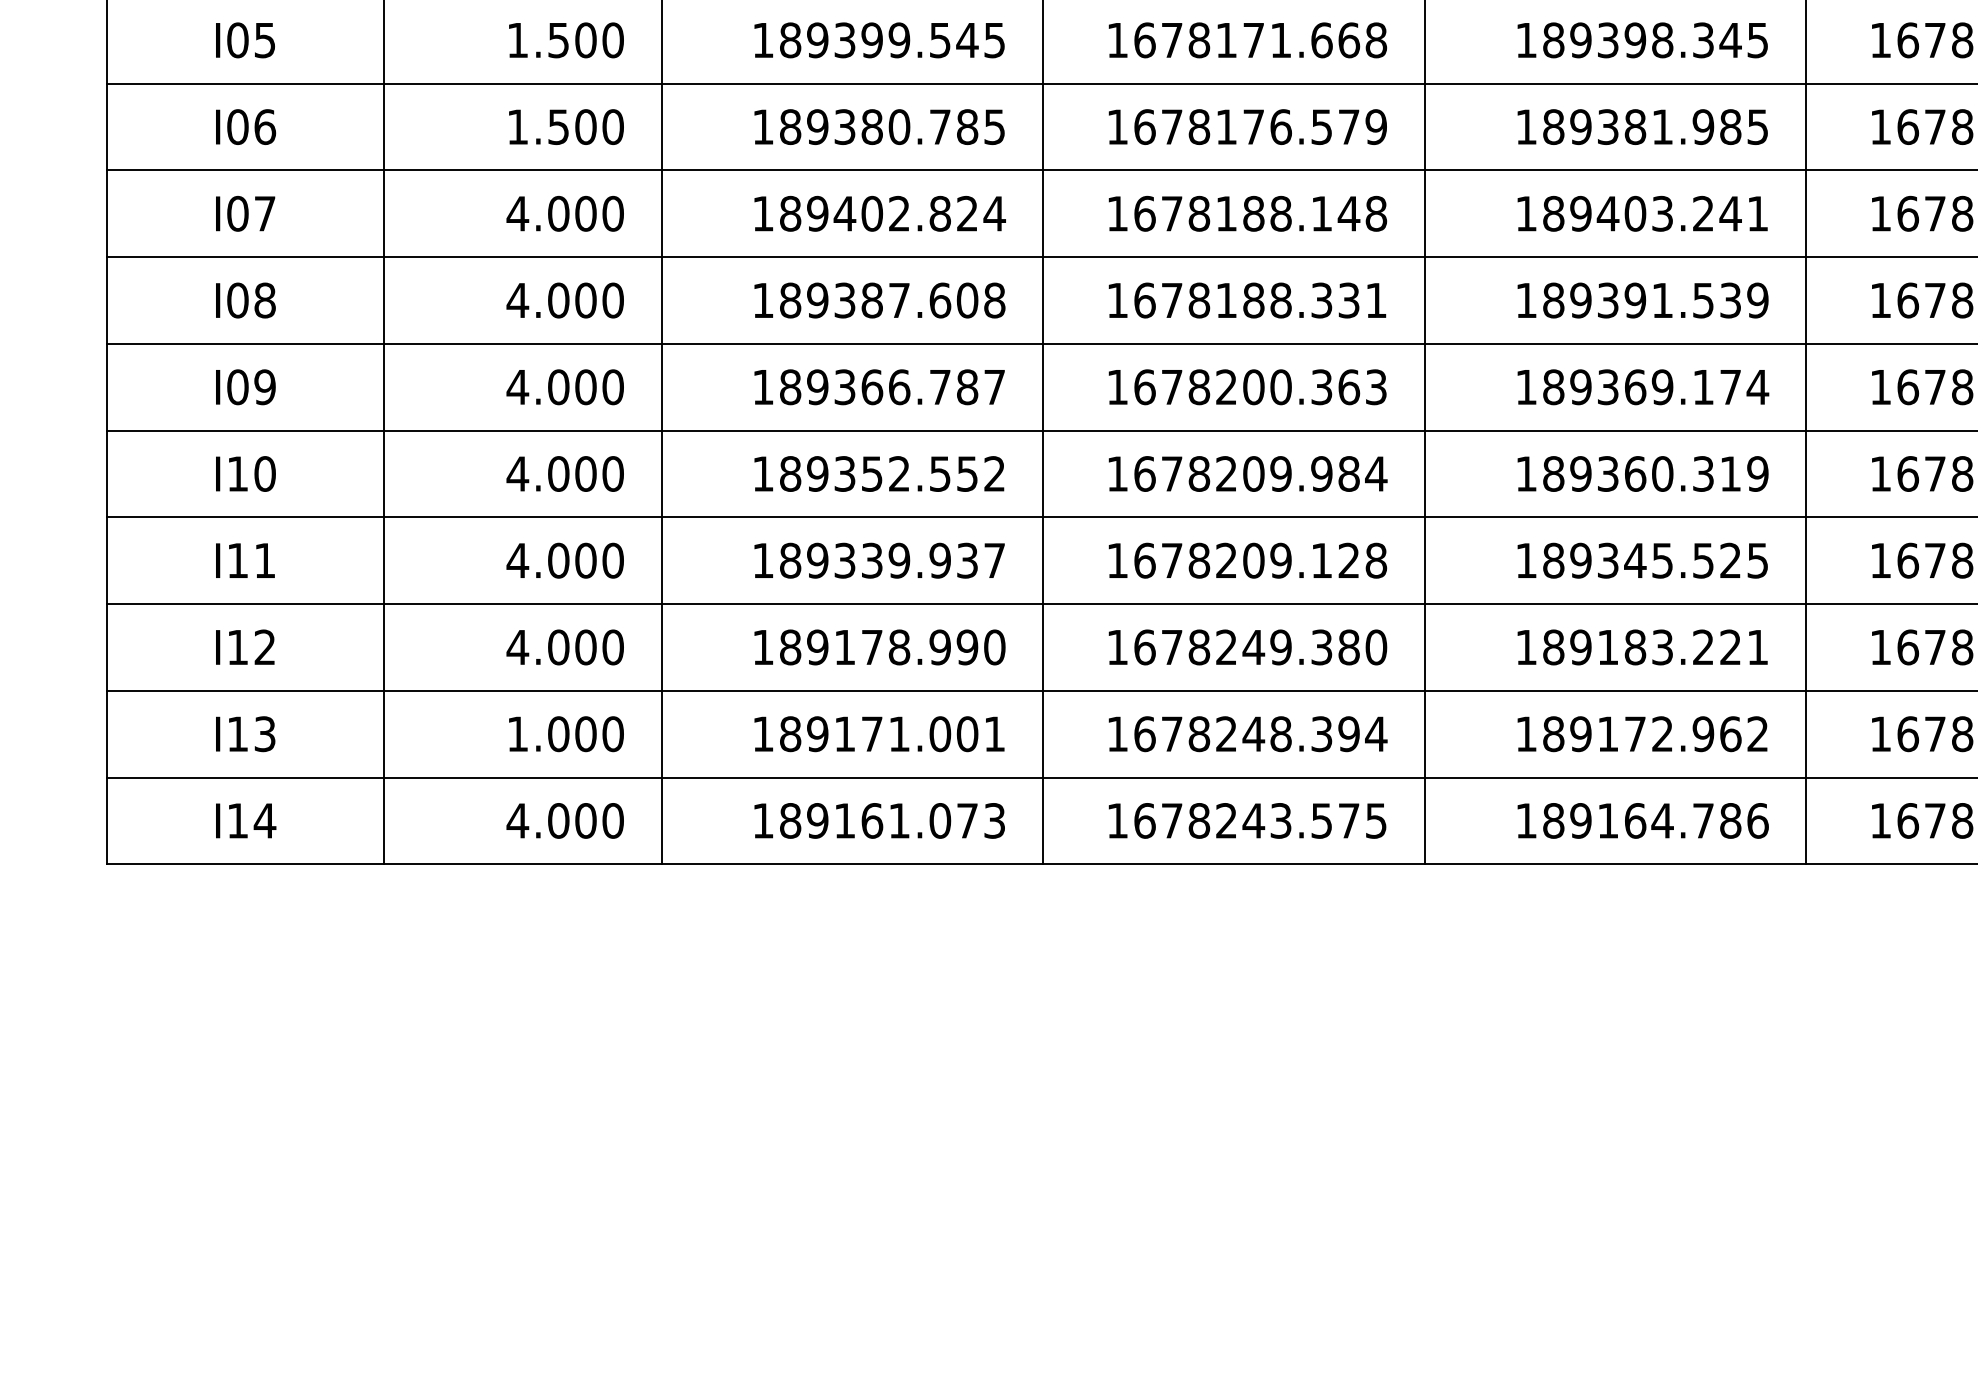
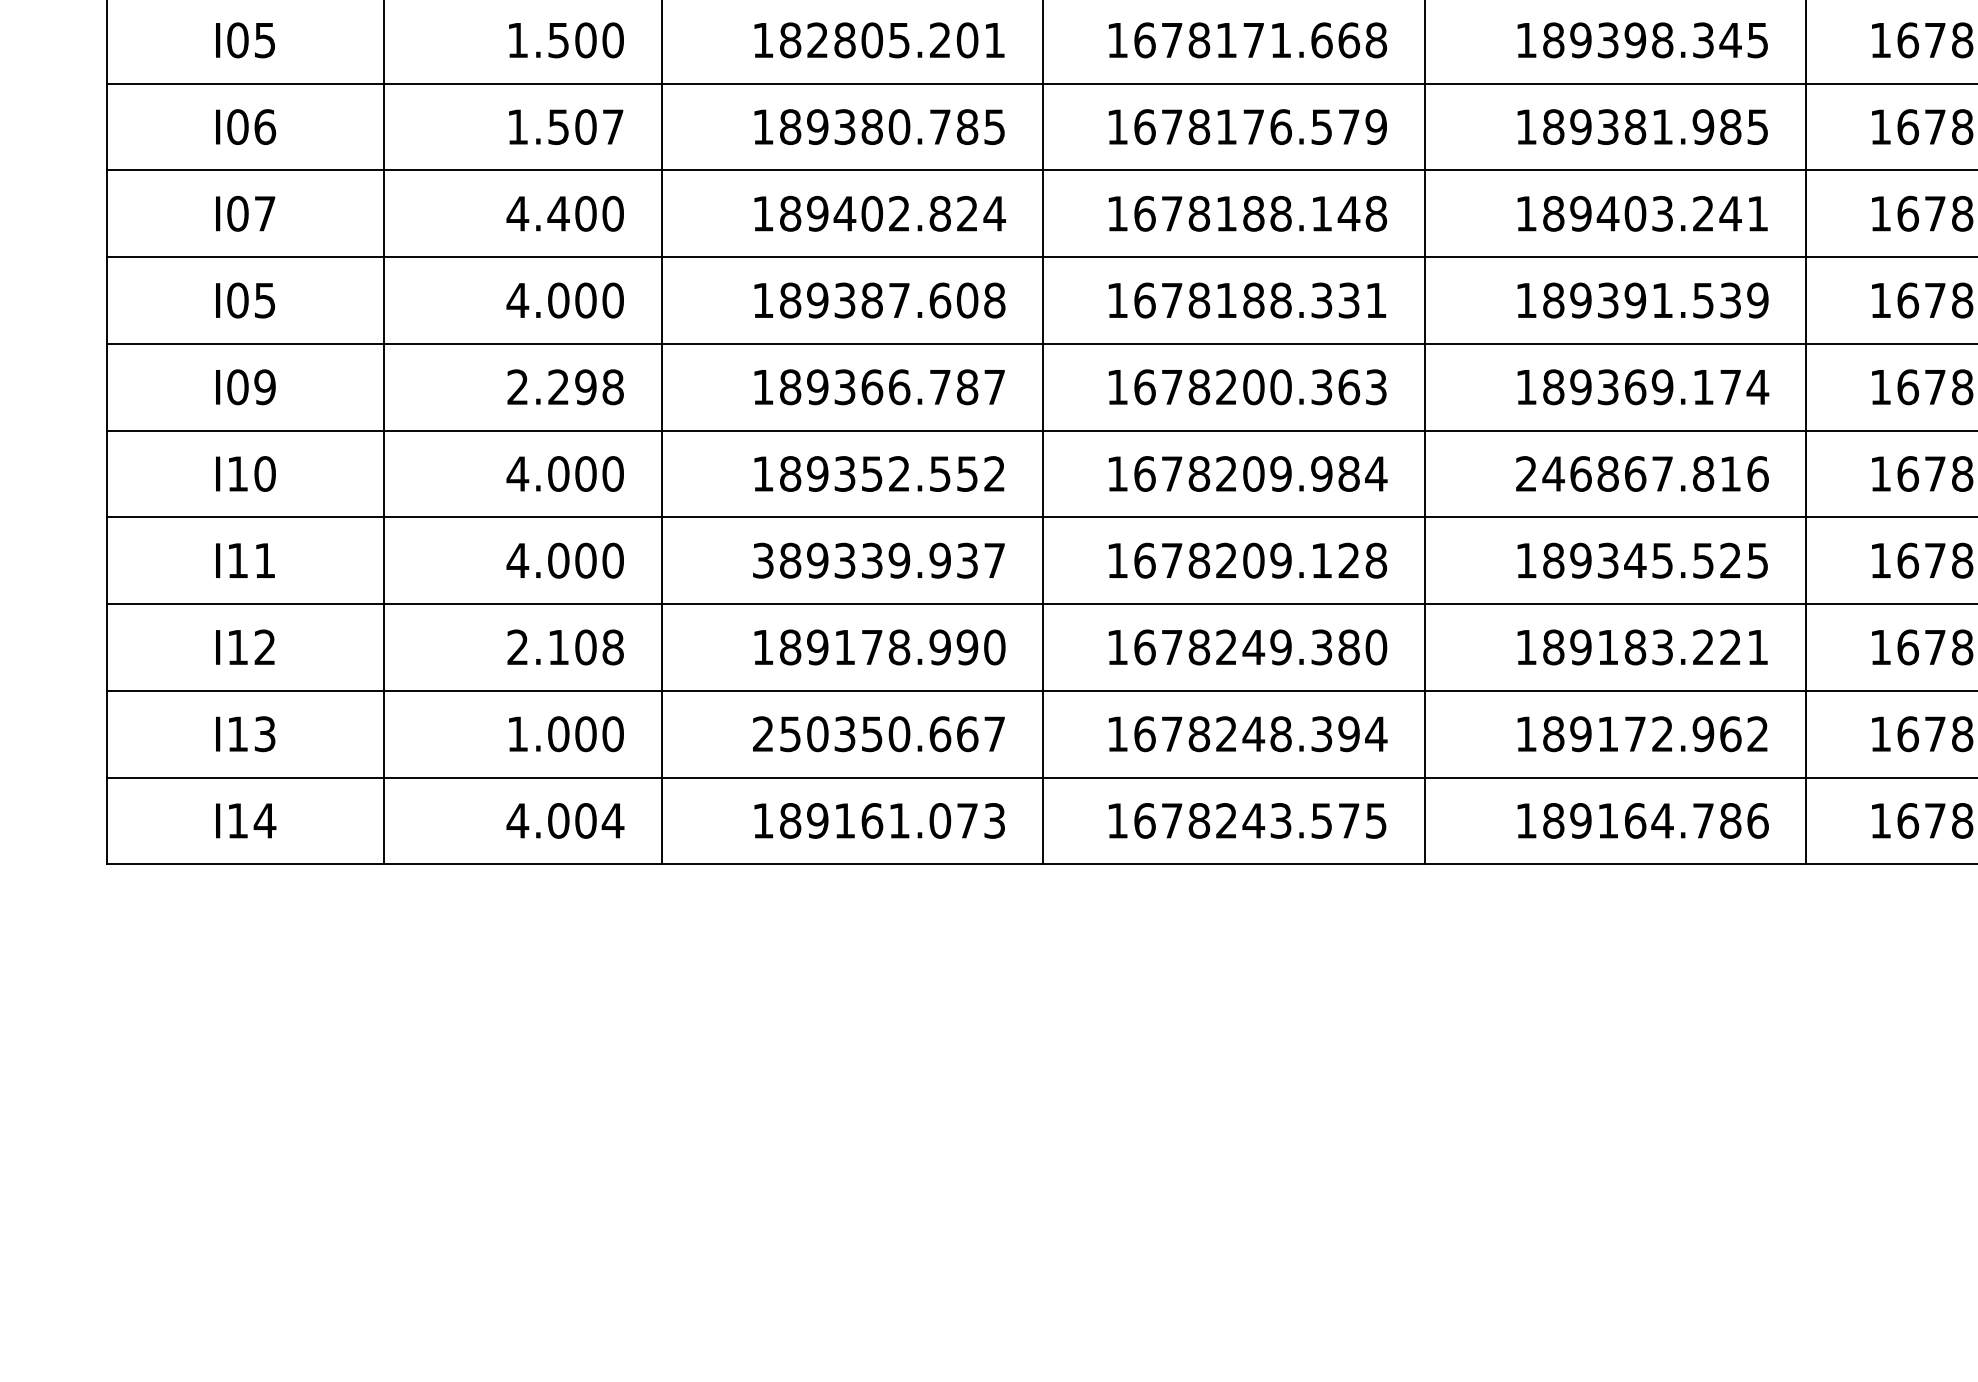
text at (905, 40): 189399.545 -> 182805.201
text at (612, 127): 1.500 -> 1.507
text at (558, 213): 4.000 -> 4.400
text at (264, 300): I08 -> I05
text at (564, 387): 4.000 -> 2.298
text at (1642, 473): 189360.319 -> 246867.816
text at (763, 560): 189339.937 -> 389339.937
text at (564, 647): 4.000 -> 2.108
text at (878, 734): 189171.001 -> 250350.667
text at (612, 820): 4.000 -> 4.004
